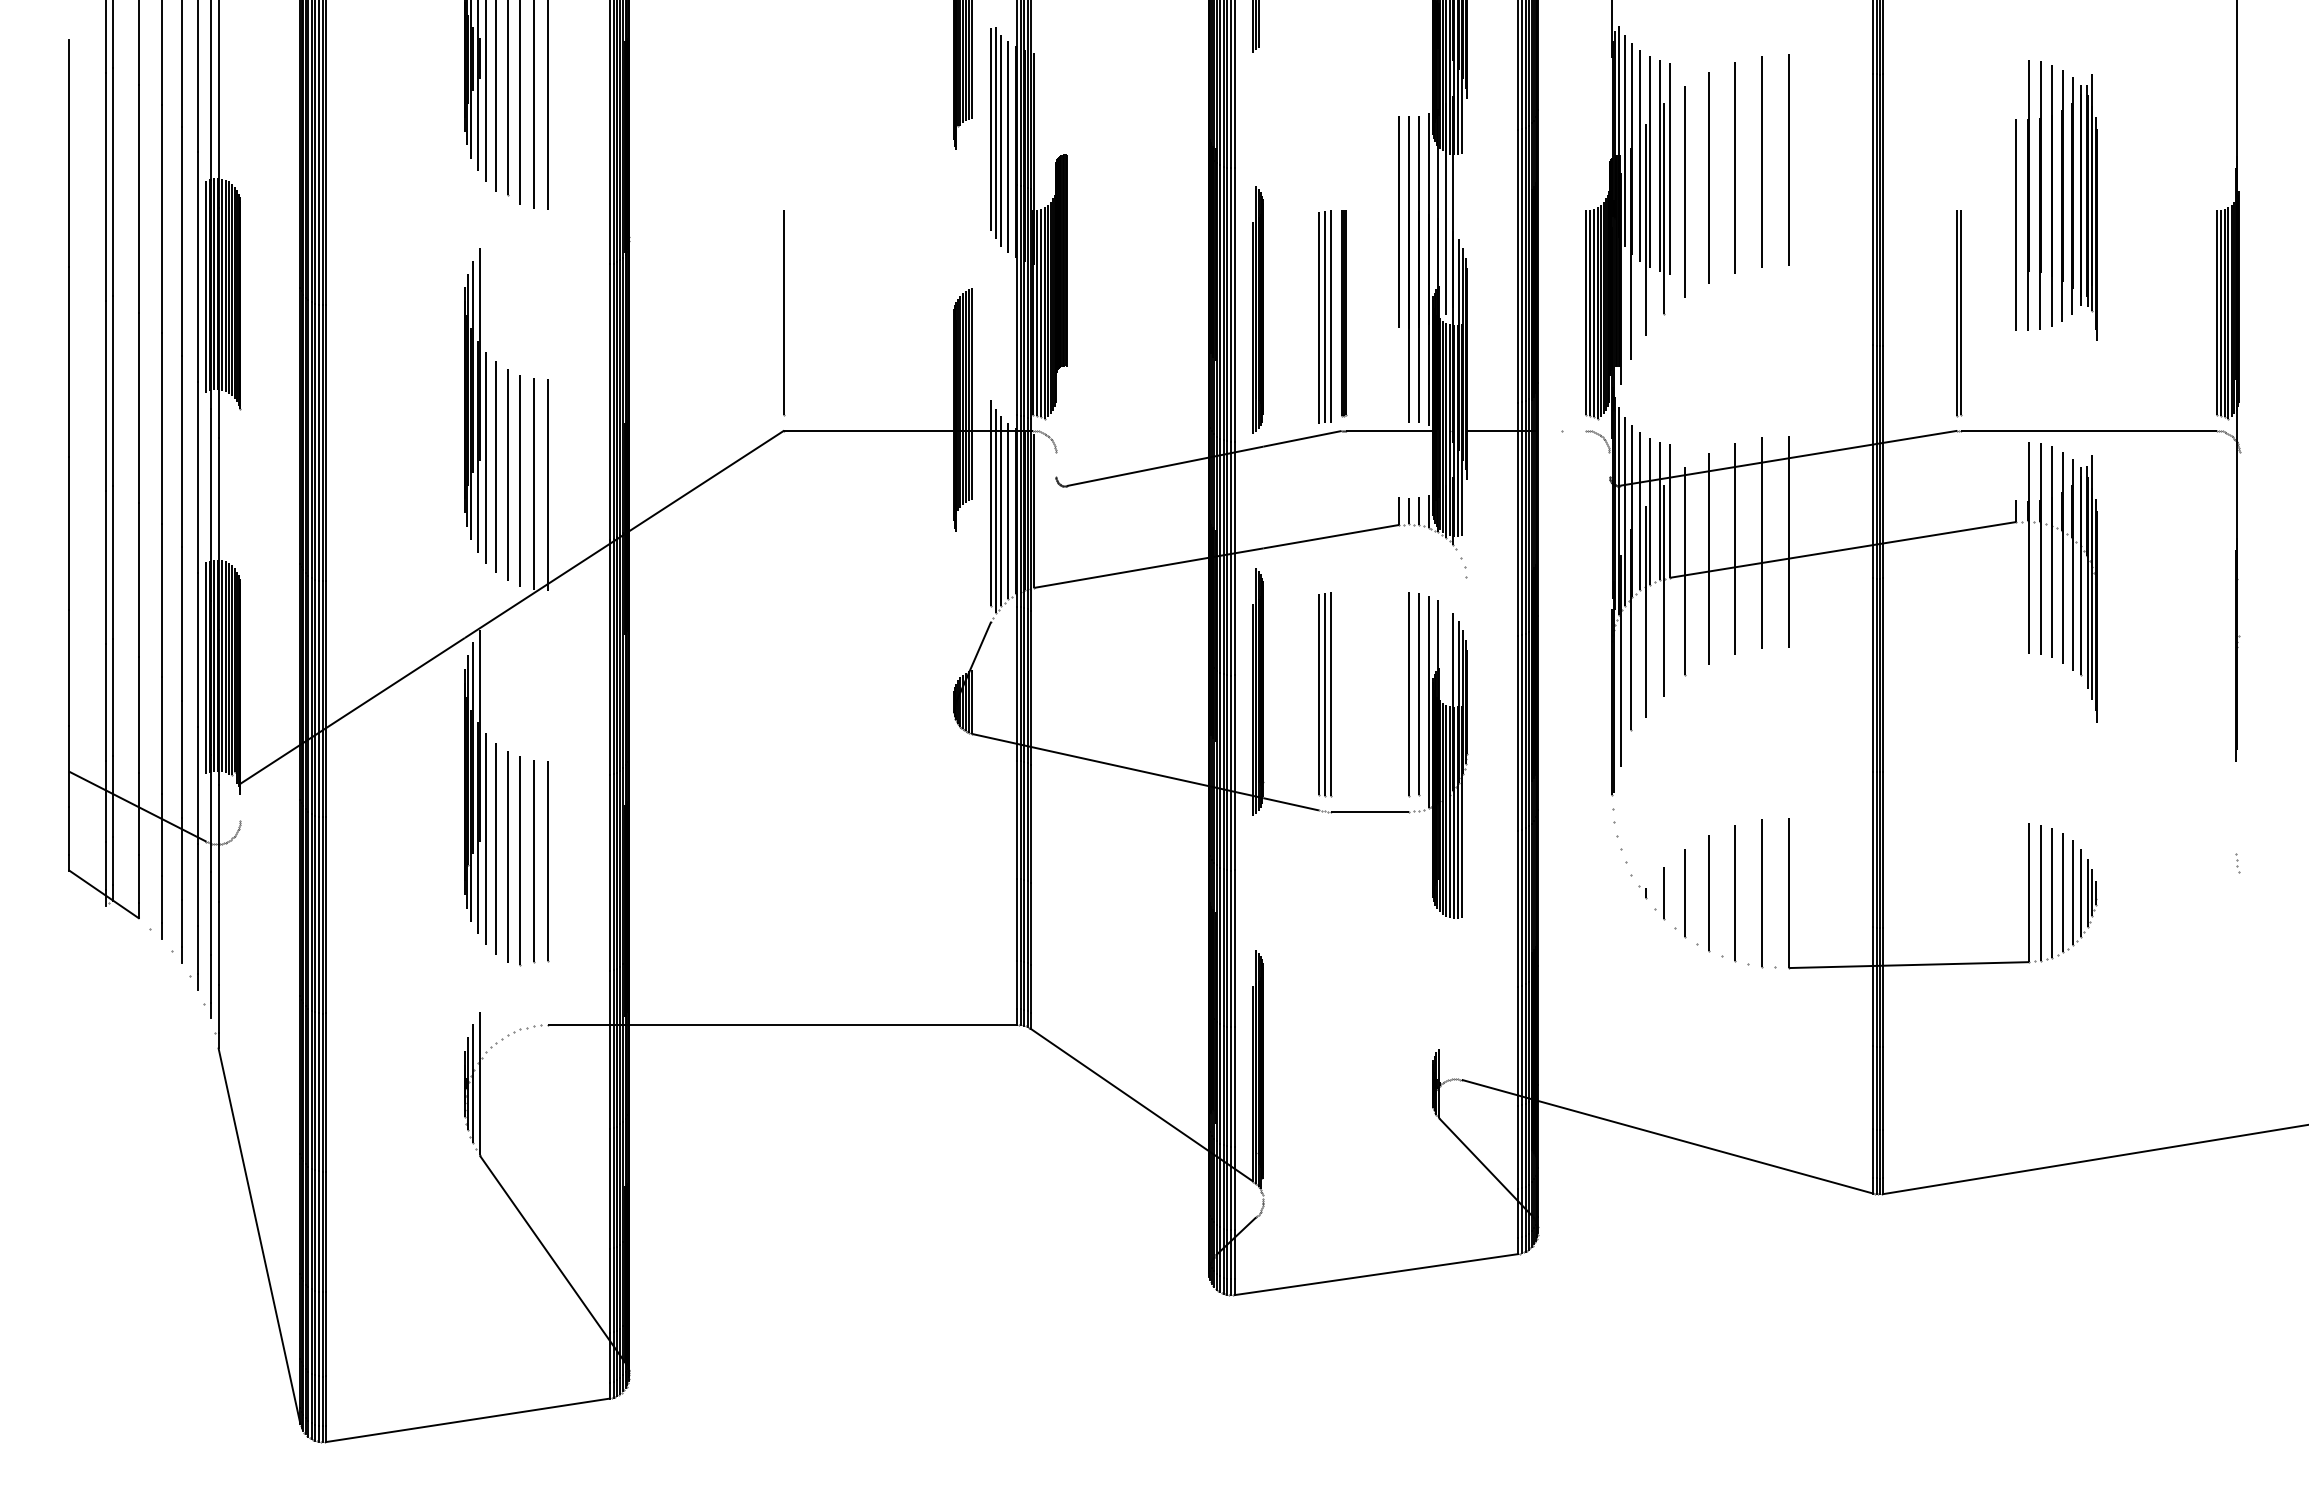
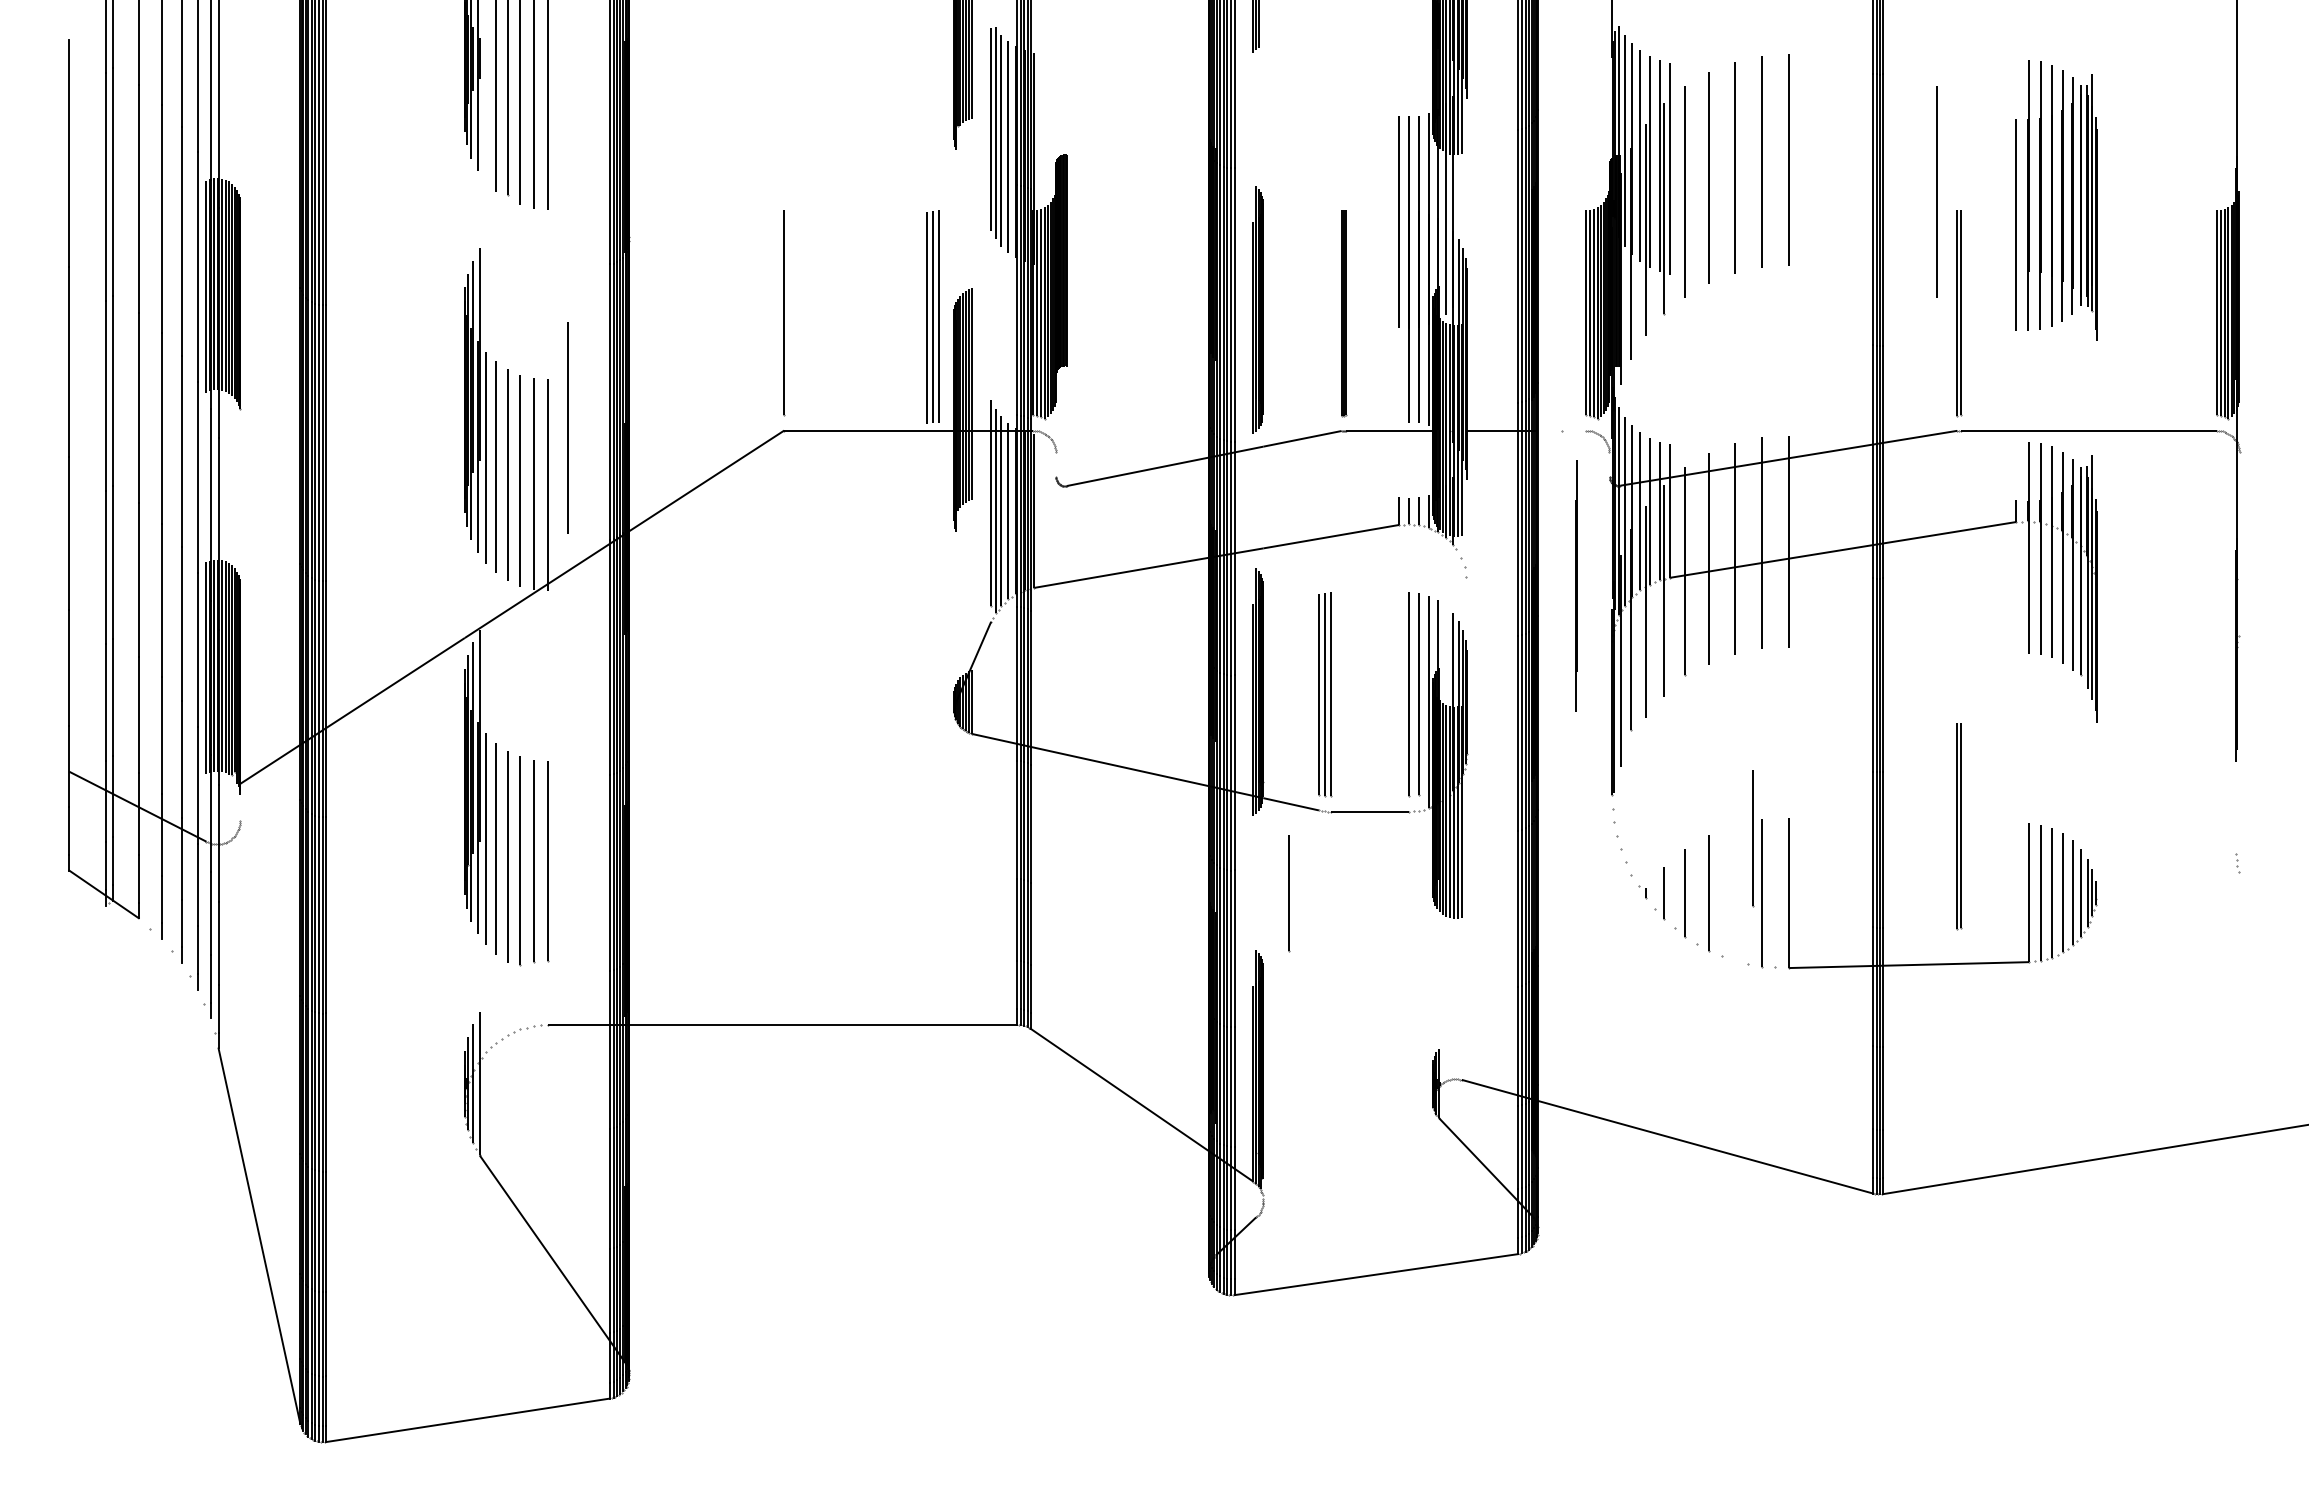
line at (485, 92): present -> none
line at (1936, 191): none -> present
part at (1324, 316) position: (1324, 316) -> (932, 316)
line at (567, 427): none -> present
line at (1576, 585): none -> present
part at (1959, 826): none -> present
line at (1289, 893): none -> present
line at (1735, 893) position: (1735, 893) -> (1753, 838)
